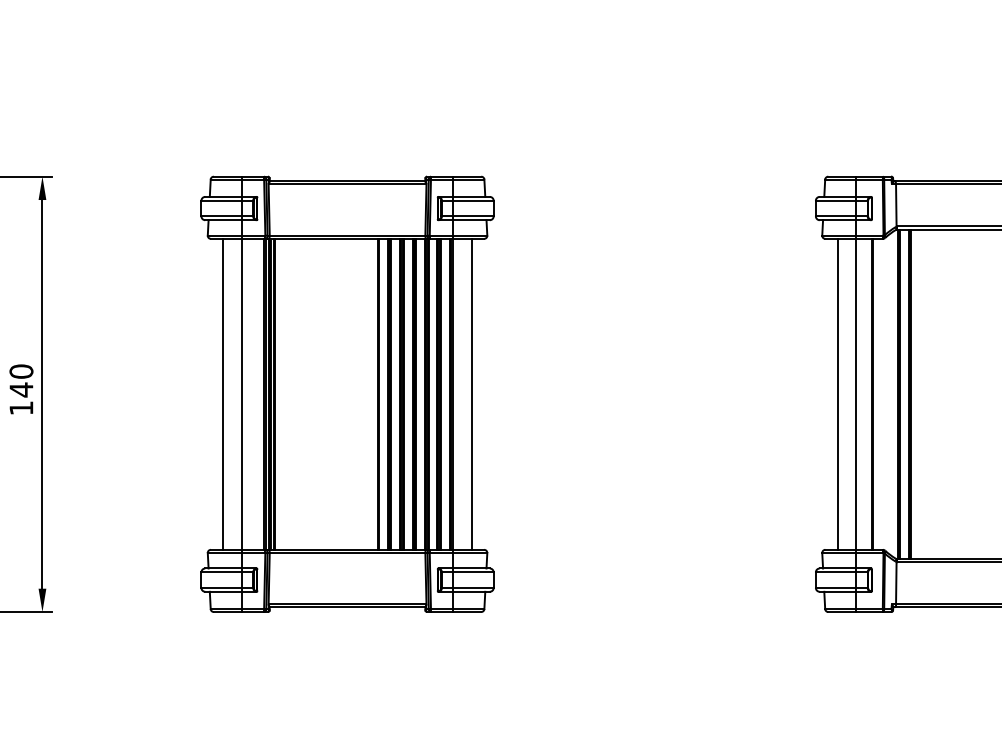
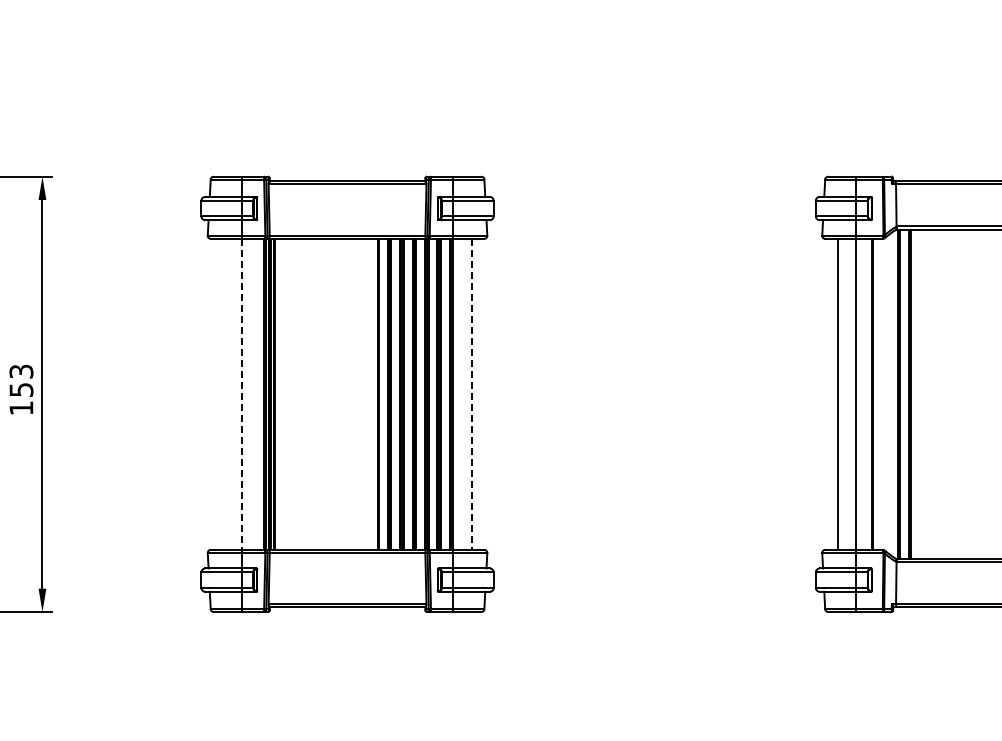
text at (21, 380): 140 -> 153
line at (223, 393): present -> none
line at (241, 394): solid -> dashed
line at (471, 394): solid -> dashed
